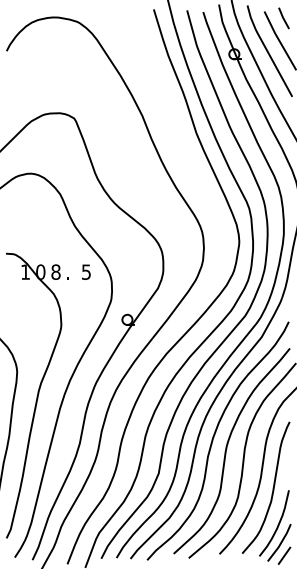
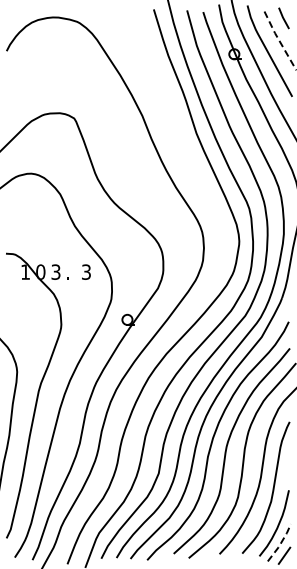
line at (279, 41): solid -> dashed
text at (55, 271): 8 -> 3
text at (86, 271): 5 -> 3
line at (281, 543): solid -> dashed
